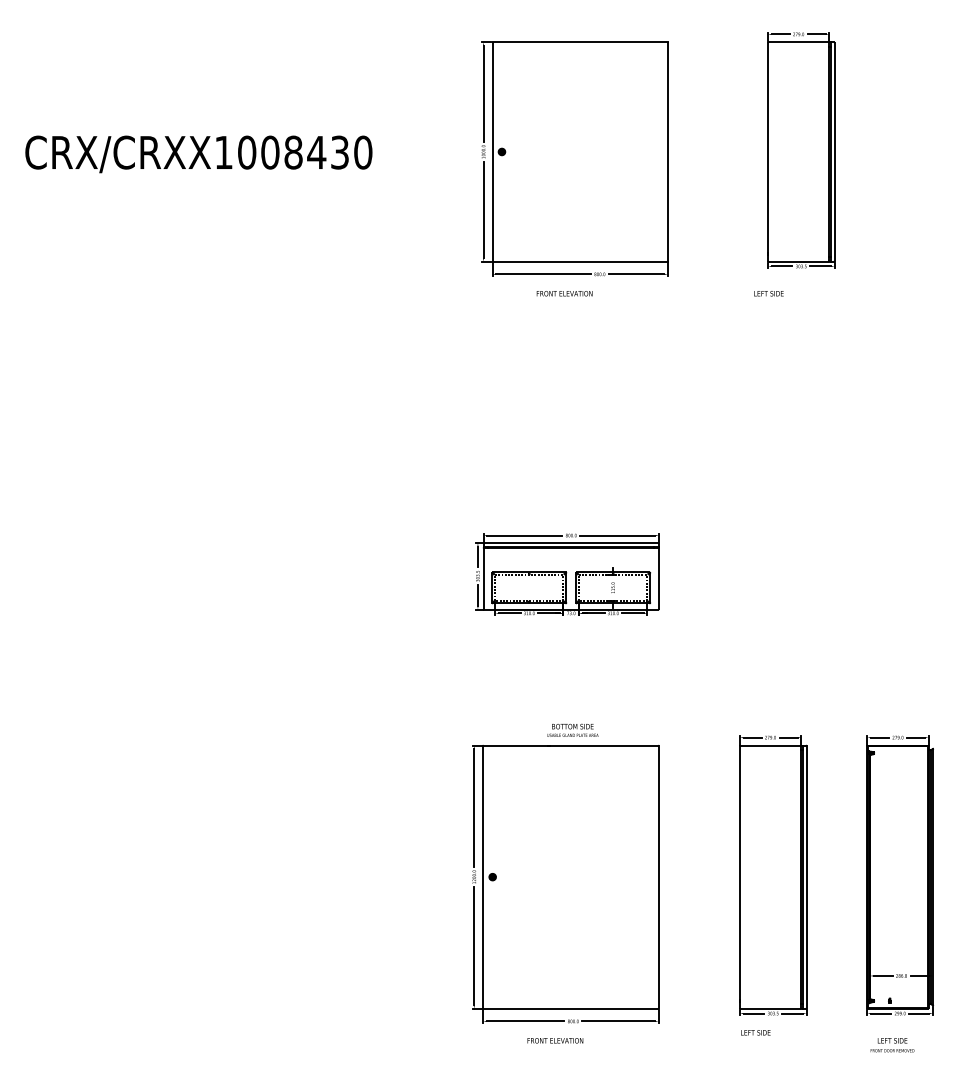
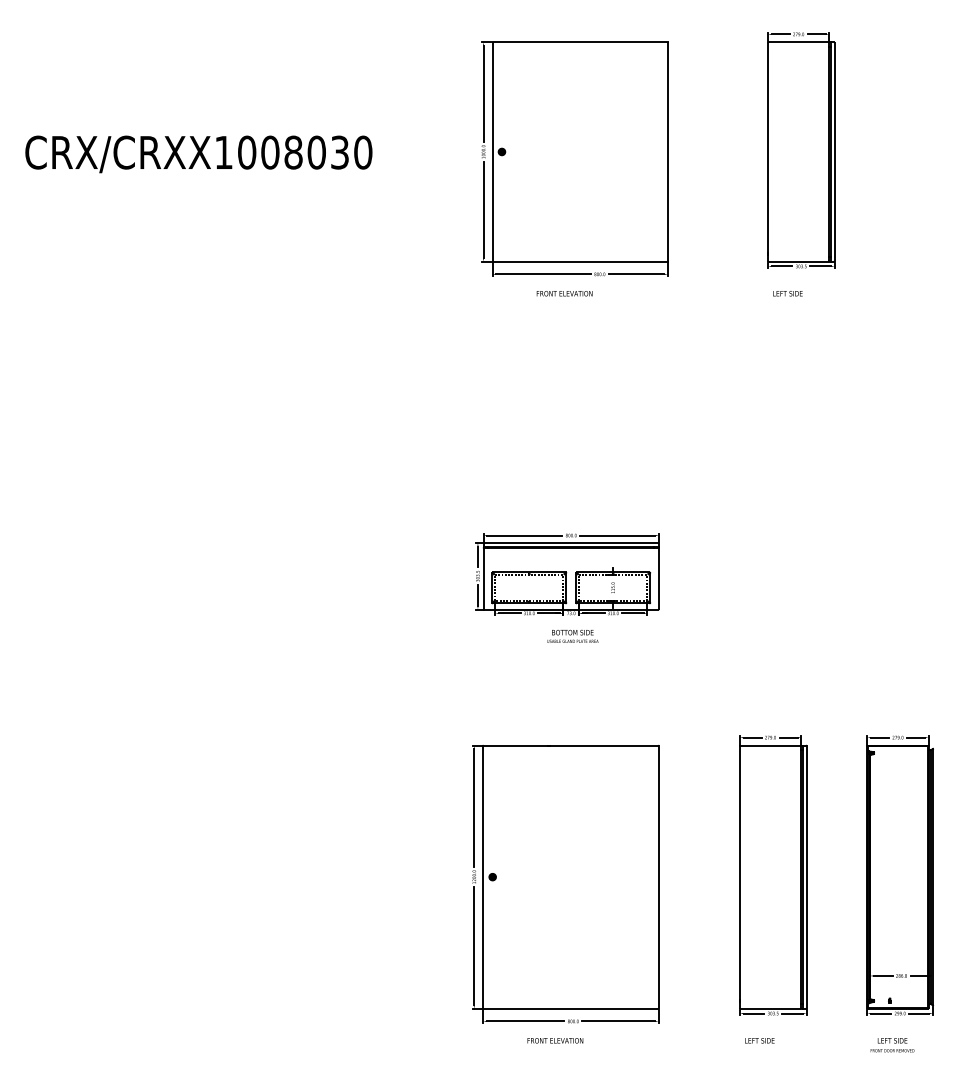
text at (316, 152): CRX/CRXX1008430 -> CRX/CRXX1008030
text at (768, 293) position: (768, 293) -> (787, 293)
text at (572, 729) position: (572, 729) -> (572, 635)
text at (755, 1032) position: (755, 1032) -> (759, 1040)
